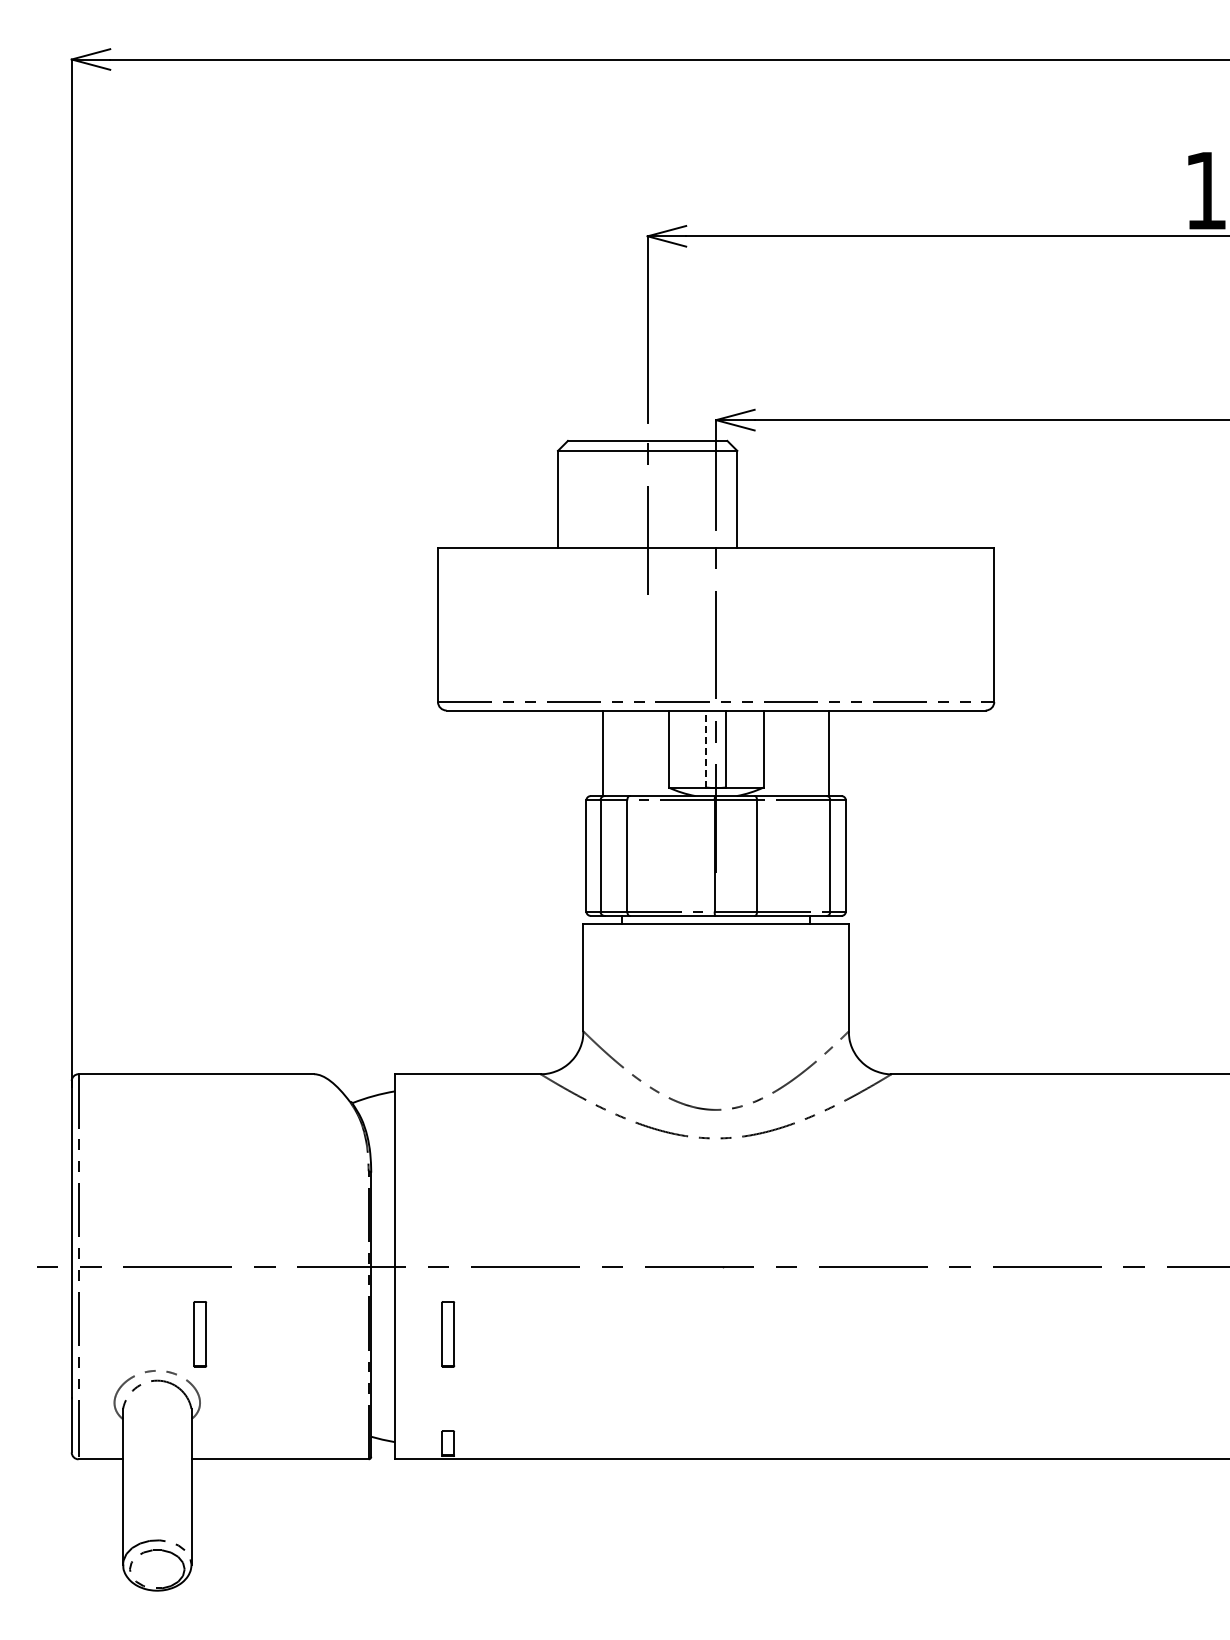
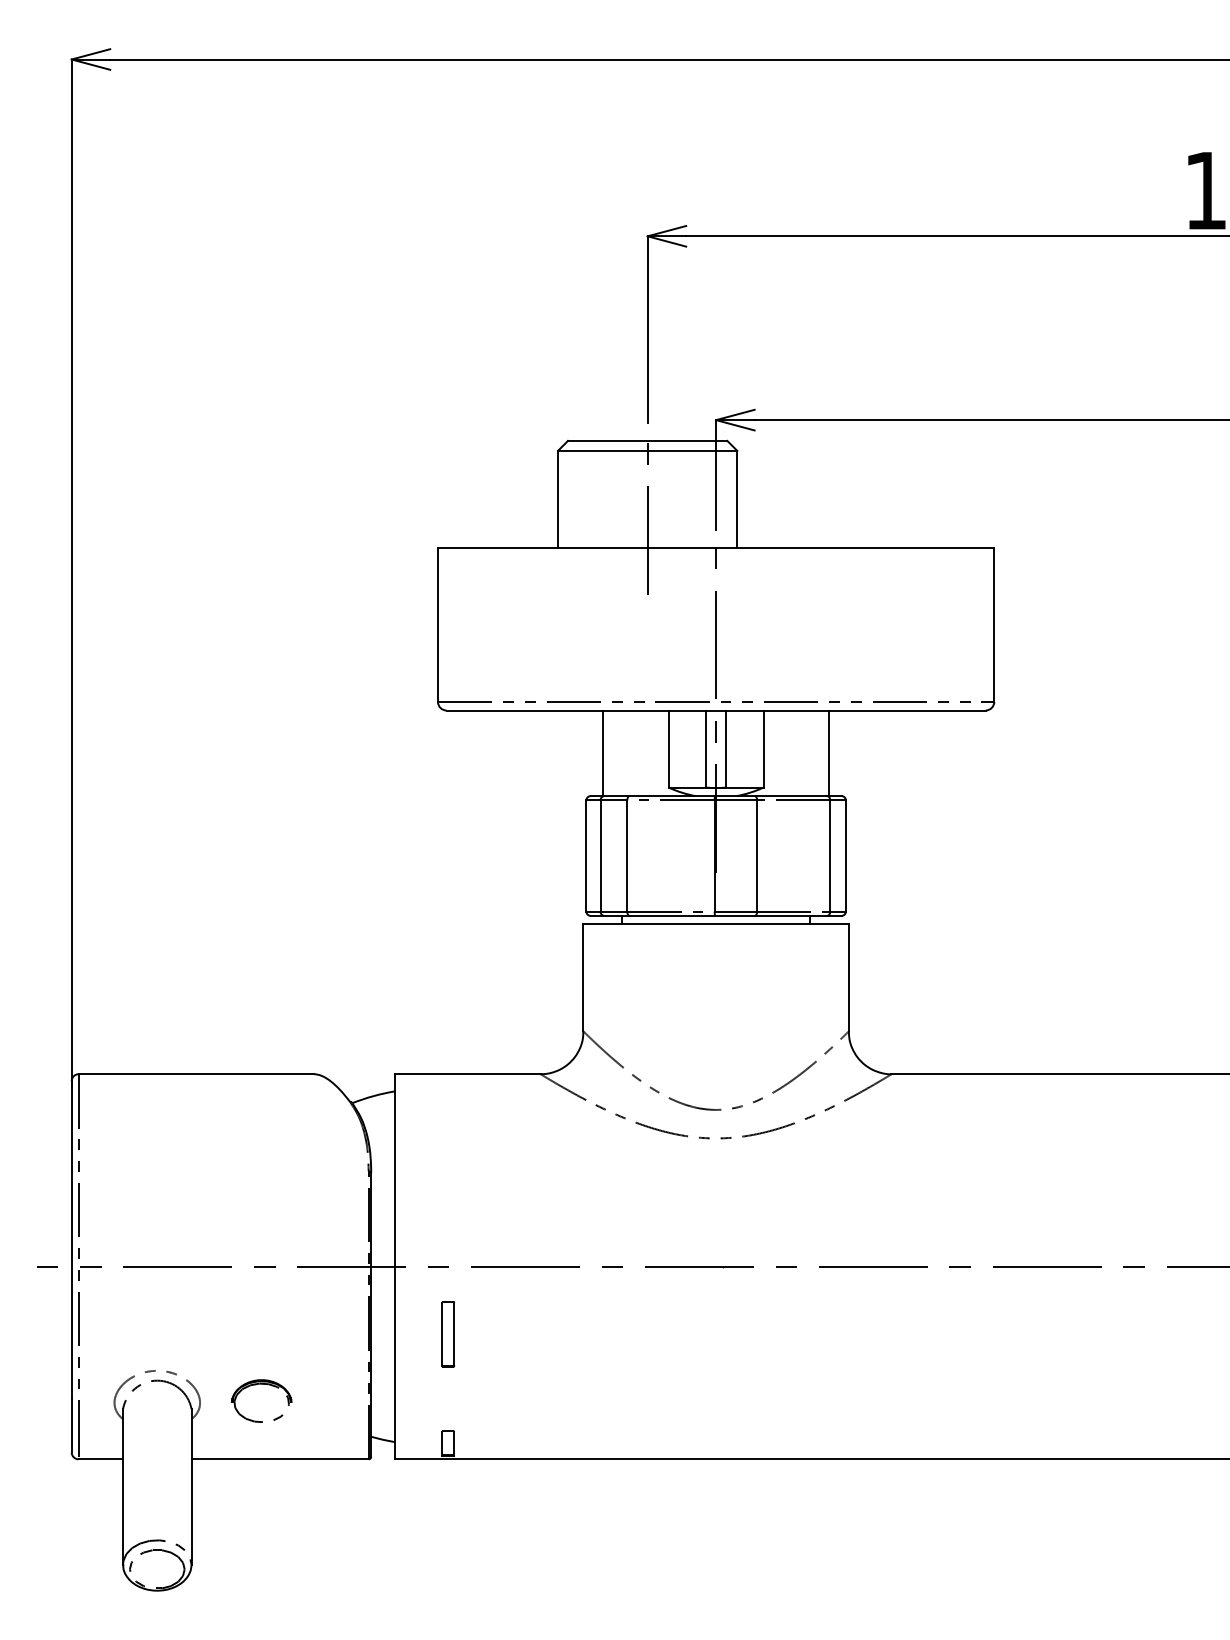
line at (705, 749): dashed -> solid
part at (200, 1334): present -> none
part at (256, 1385): none -> present
